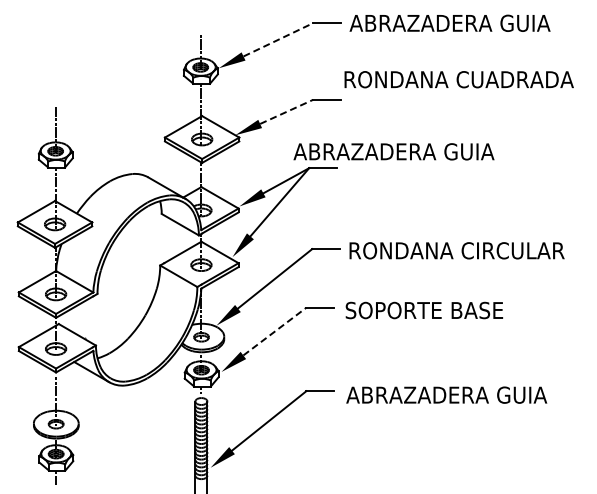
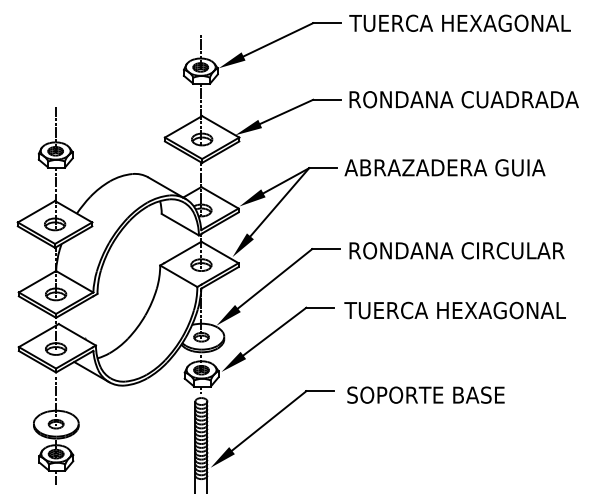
text at (459, 22): ABRAZADERA GUIA -> TUERCA HEXAGONAL
line at (278, 39): dashed -> solid
text at (458, 79) position: (458, 79) -> (463, 99)
line at (287, 111): dashed -> solid
text at (393, 151) position: (393, 151) -> (444, 167)
text at (454, 310): SOPORTE BASE -> TUERCA HEXAGONAL
line at (274, 331): dashed -> solid
text at (446, 394): ABRAZADERA GUIA -> SOPORTE BASE
